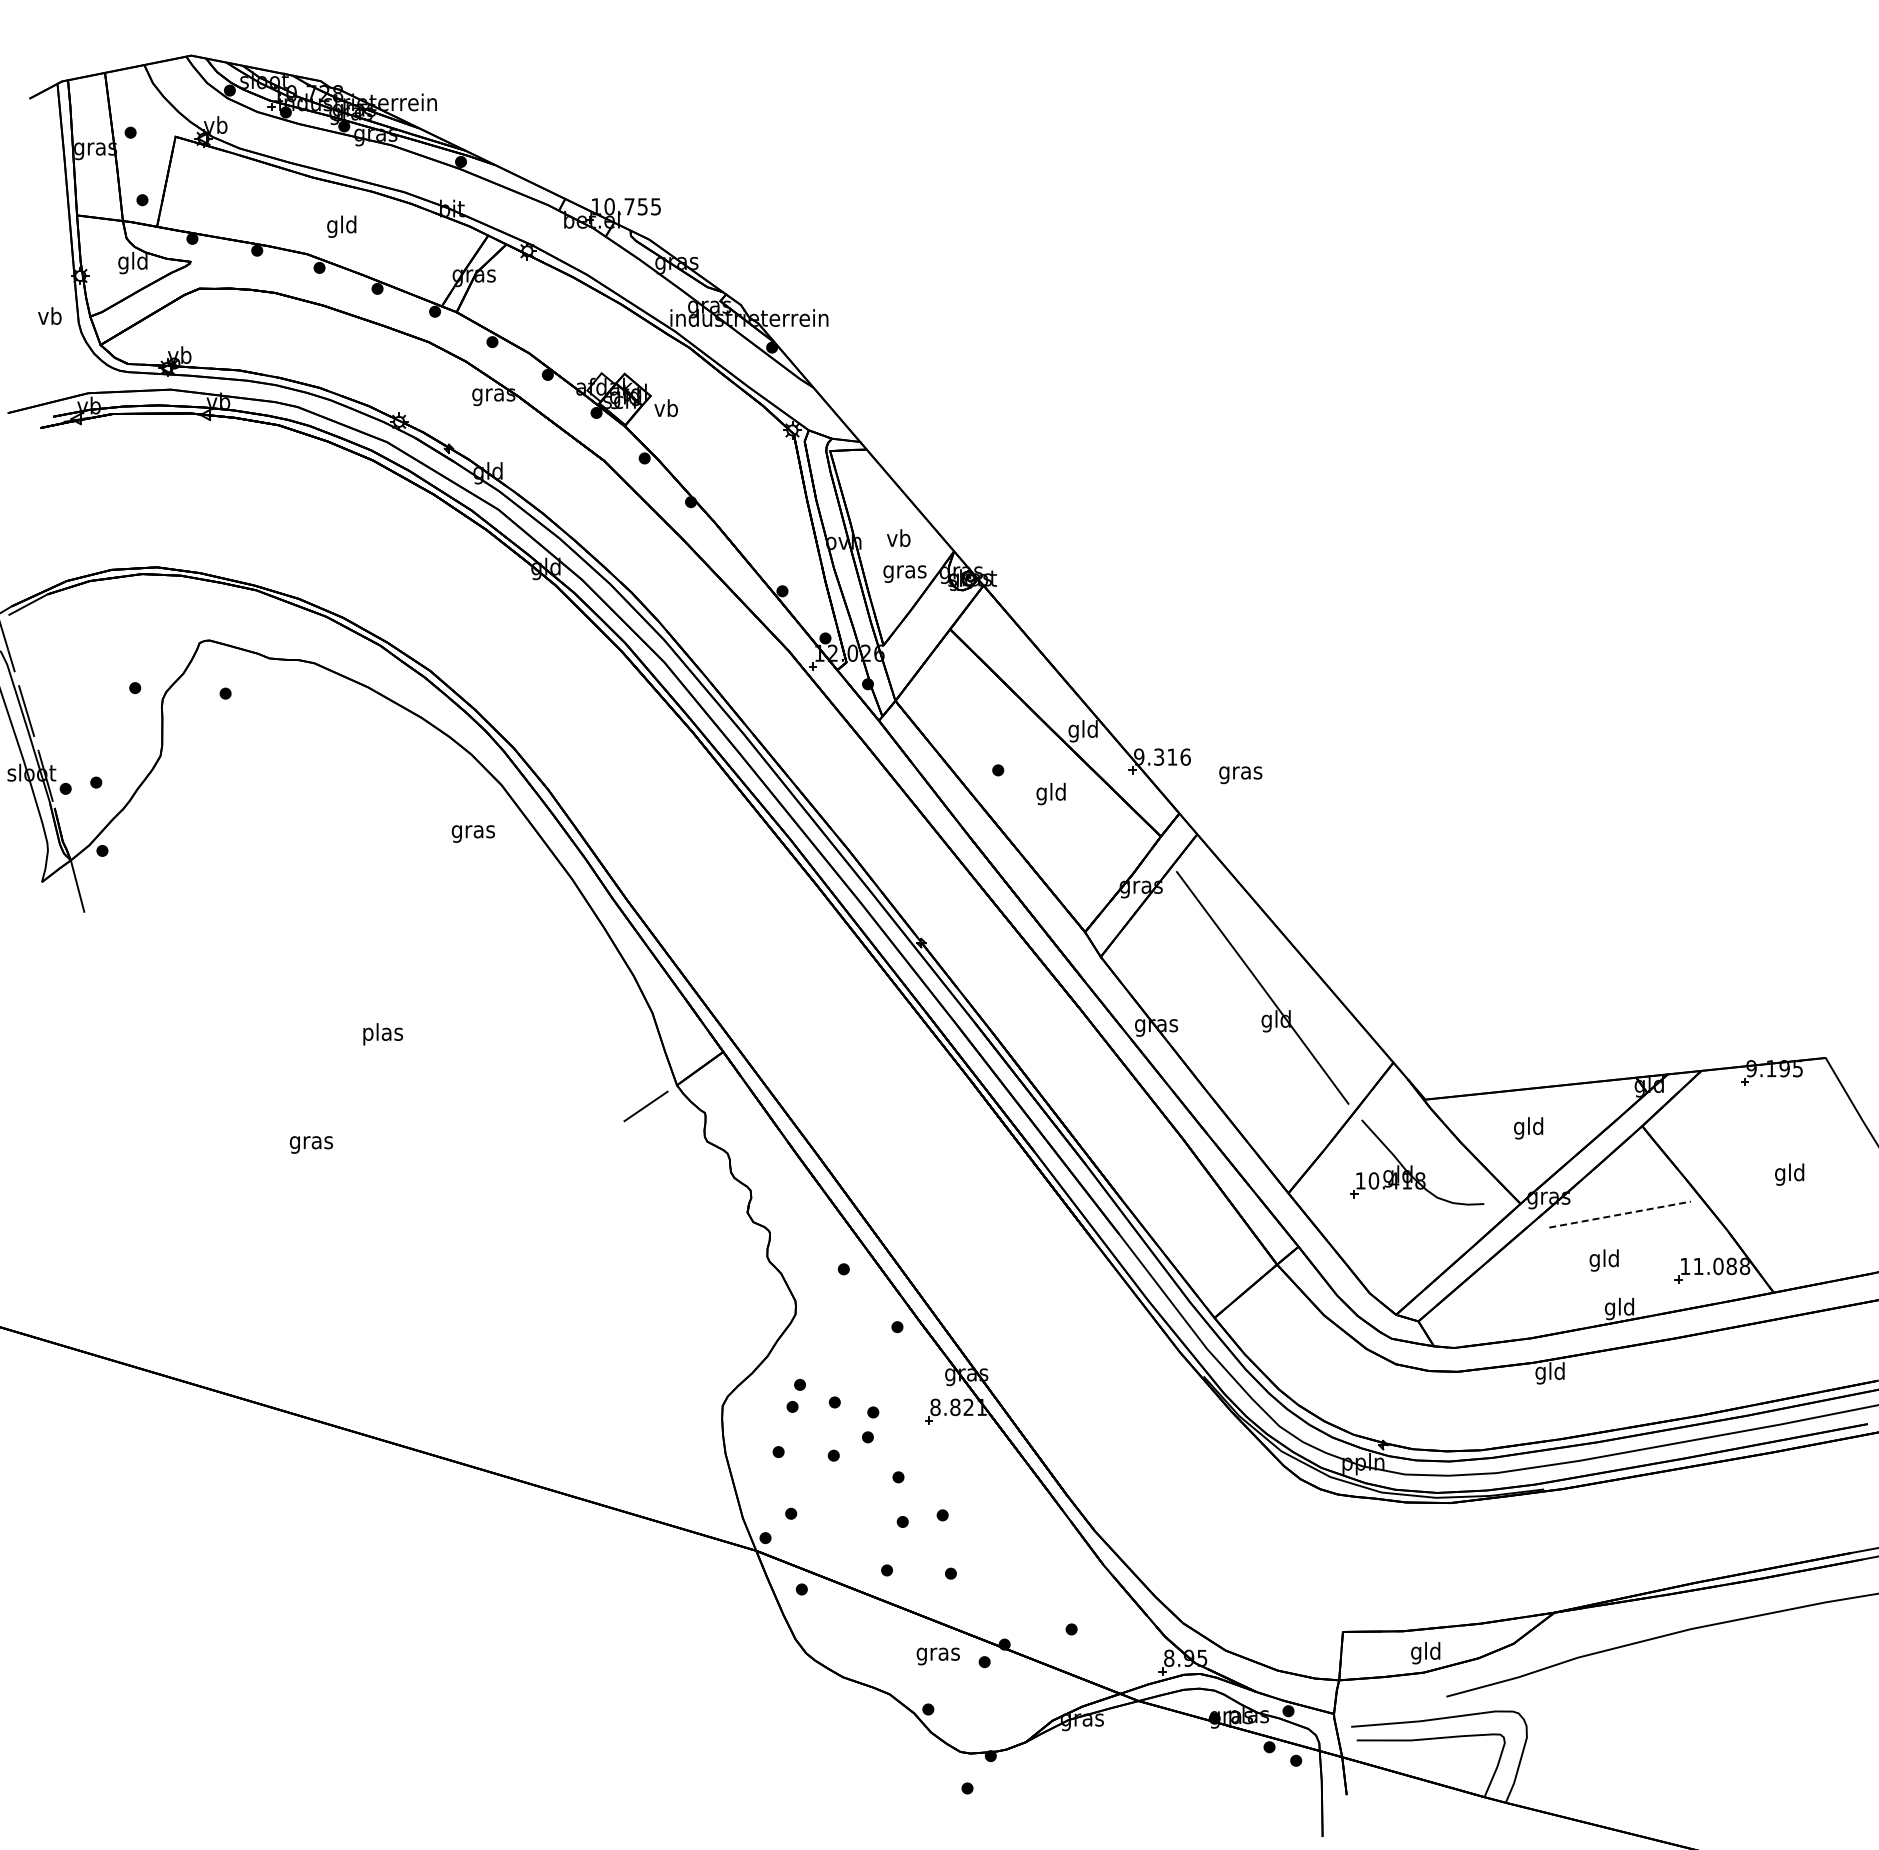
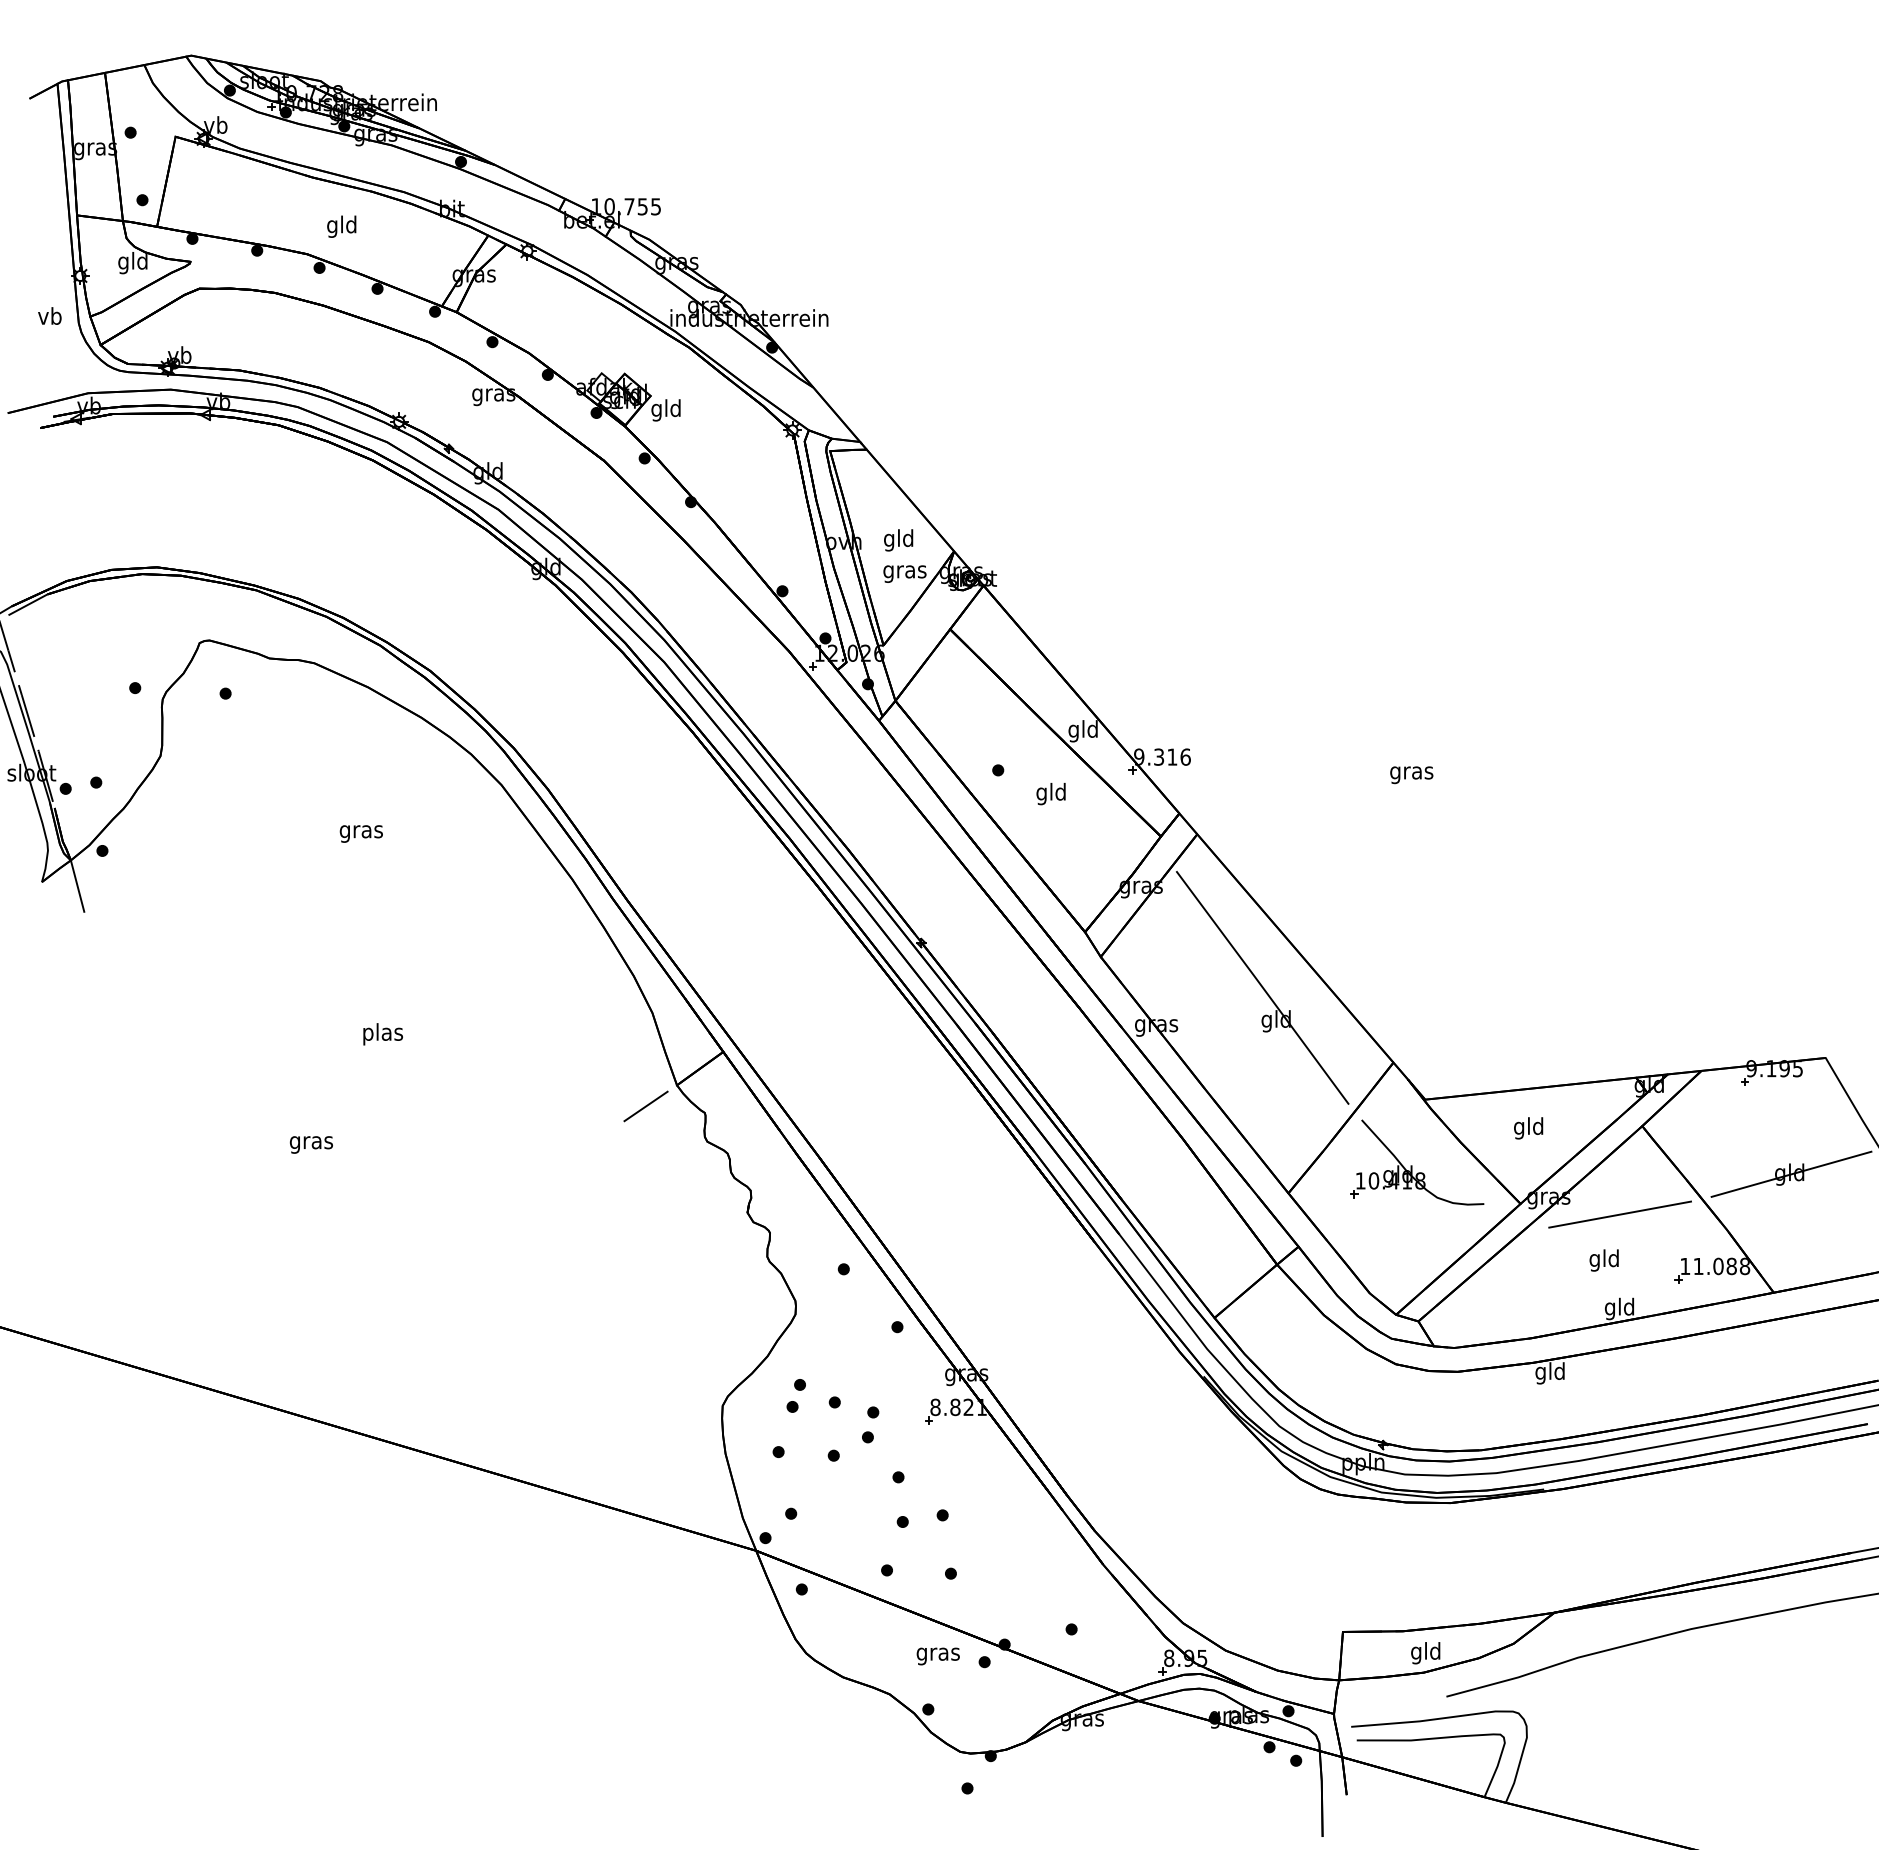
text at (665, 410): vb -> gld
text at (898, 540): vb -> gld
text at (1240, 775) position: (1240, 775) -> (1411, 775)
text at (472, 833) position: (472, 833) -> (360, 833)
line at (1791, 1173): none -> present
line at (1620, 1214): dashed -> solid
